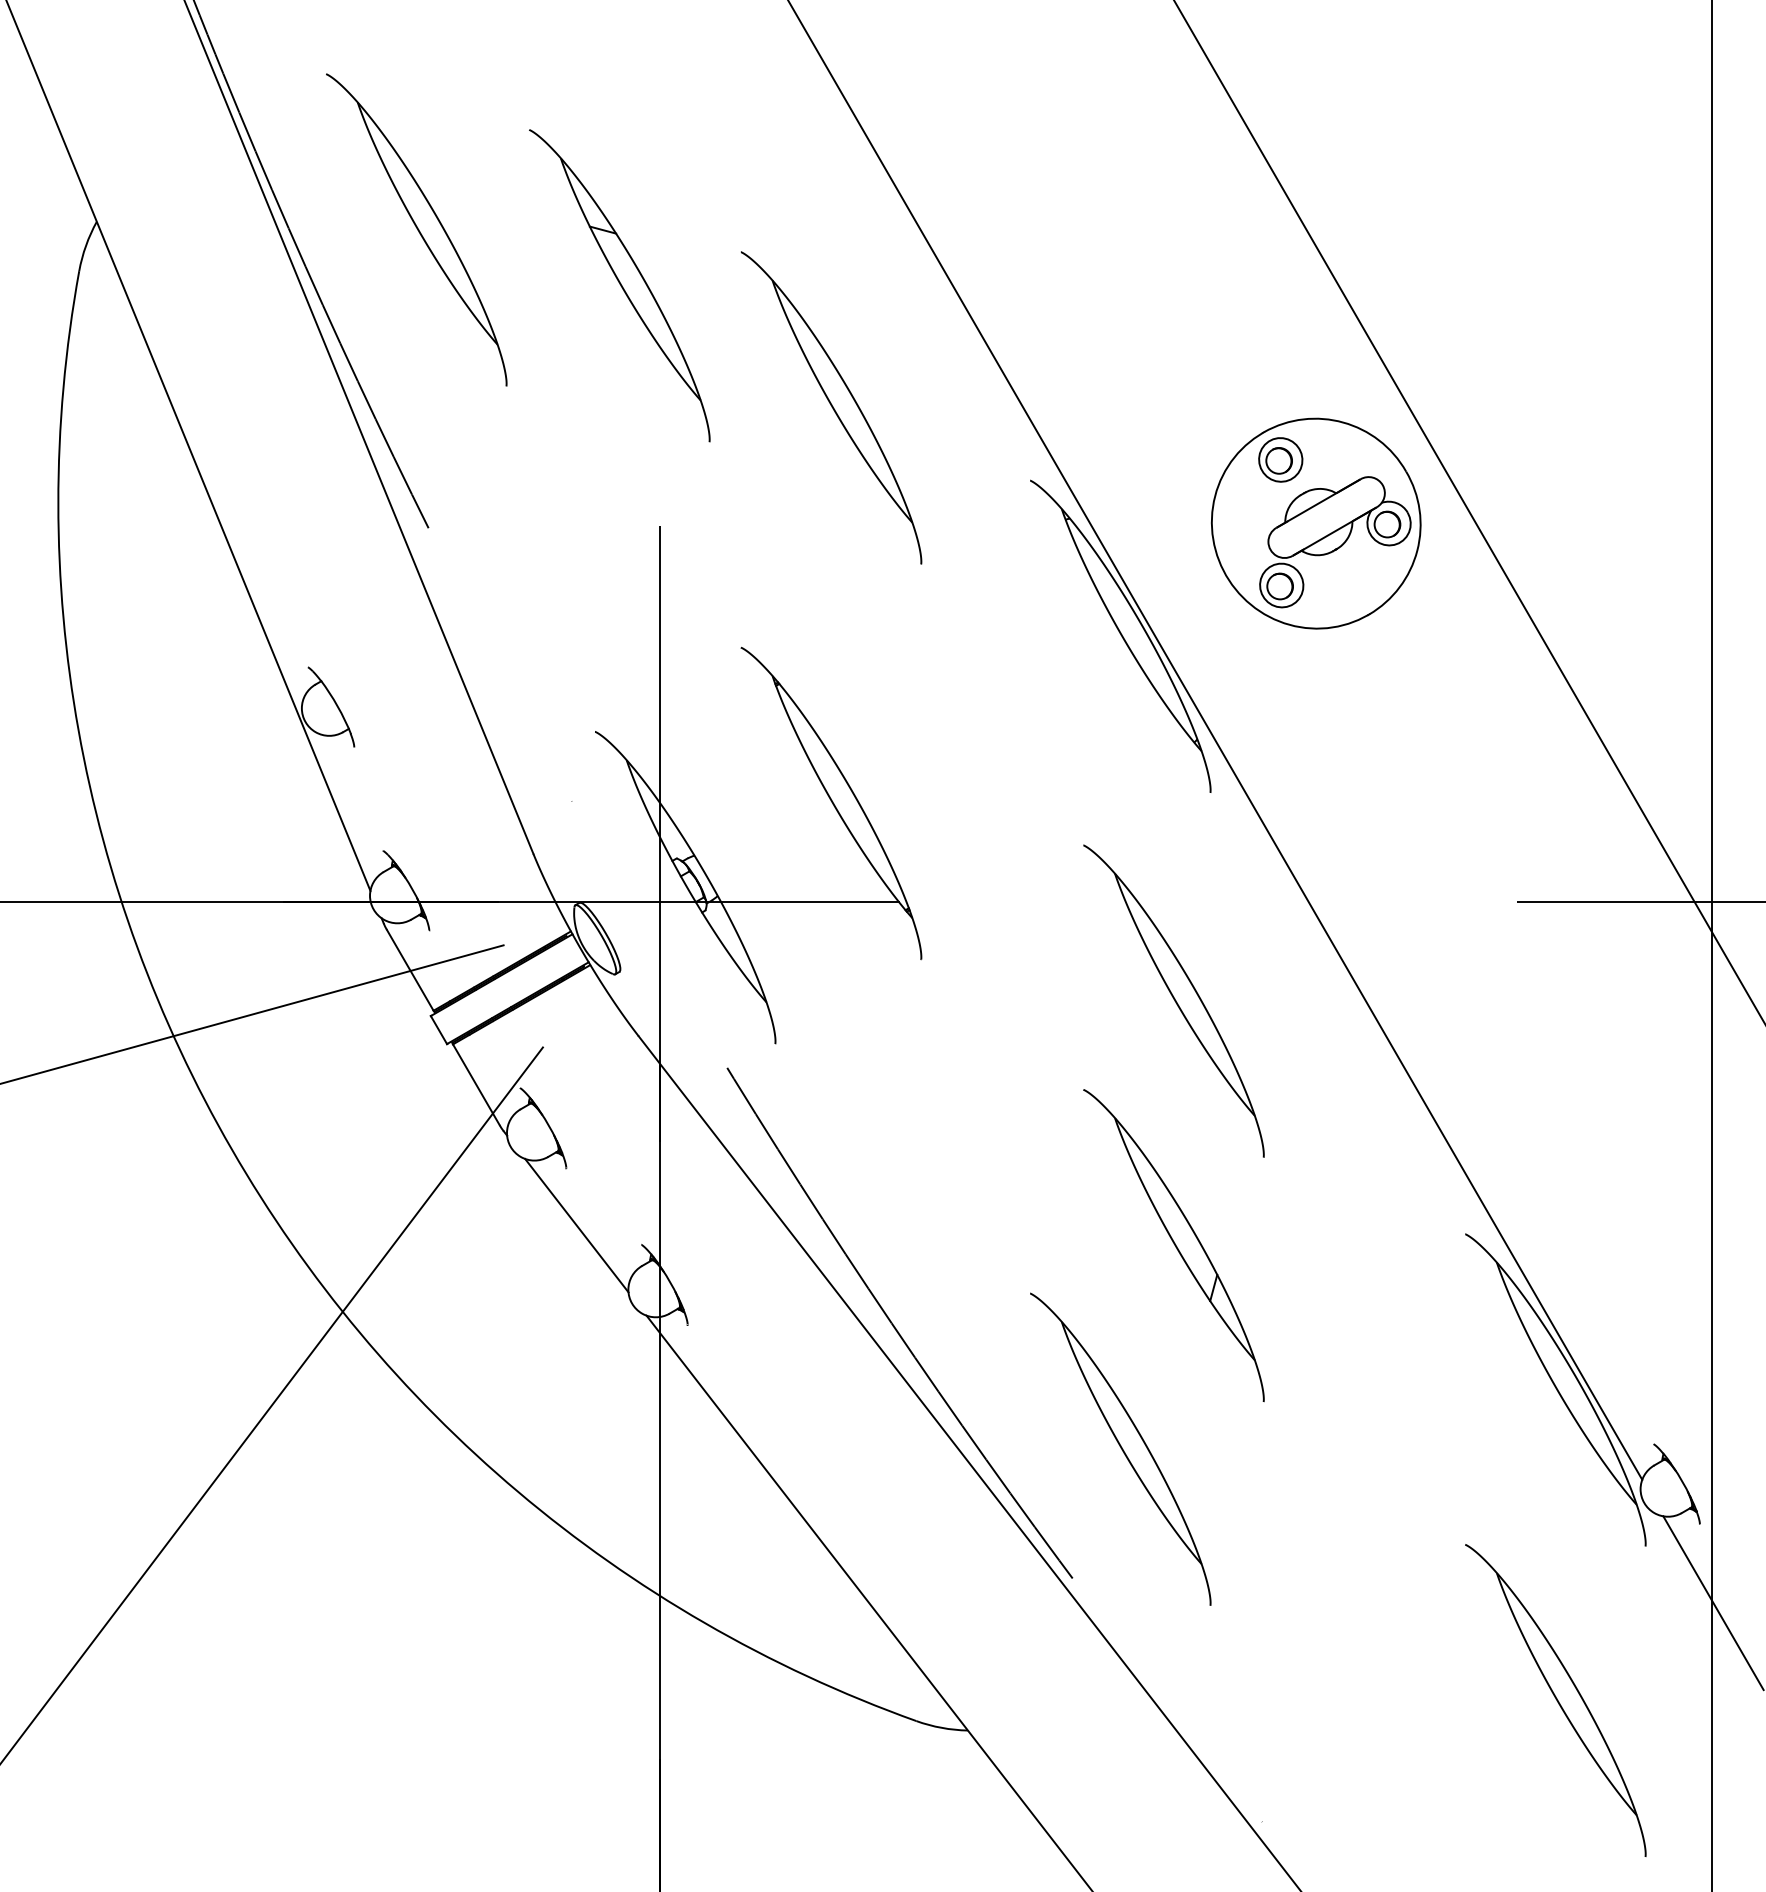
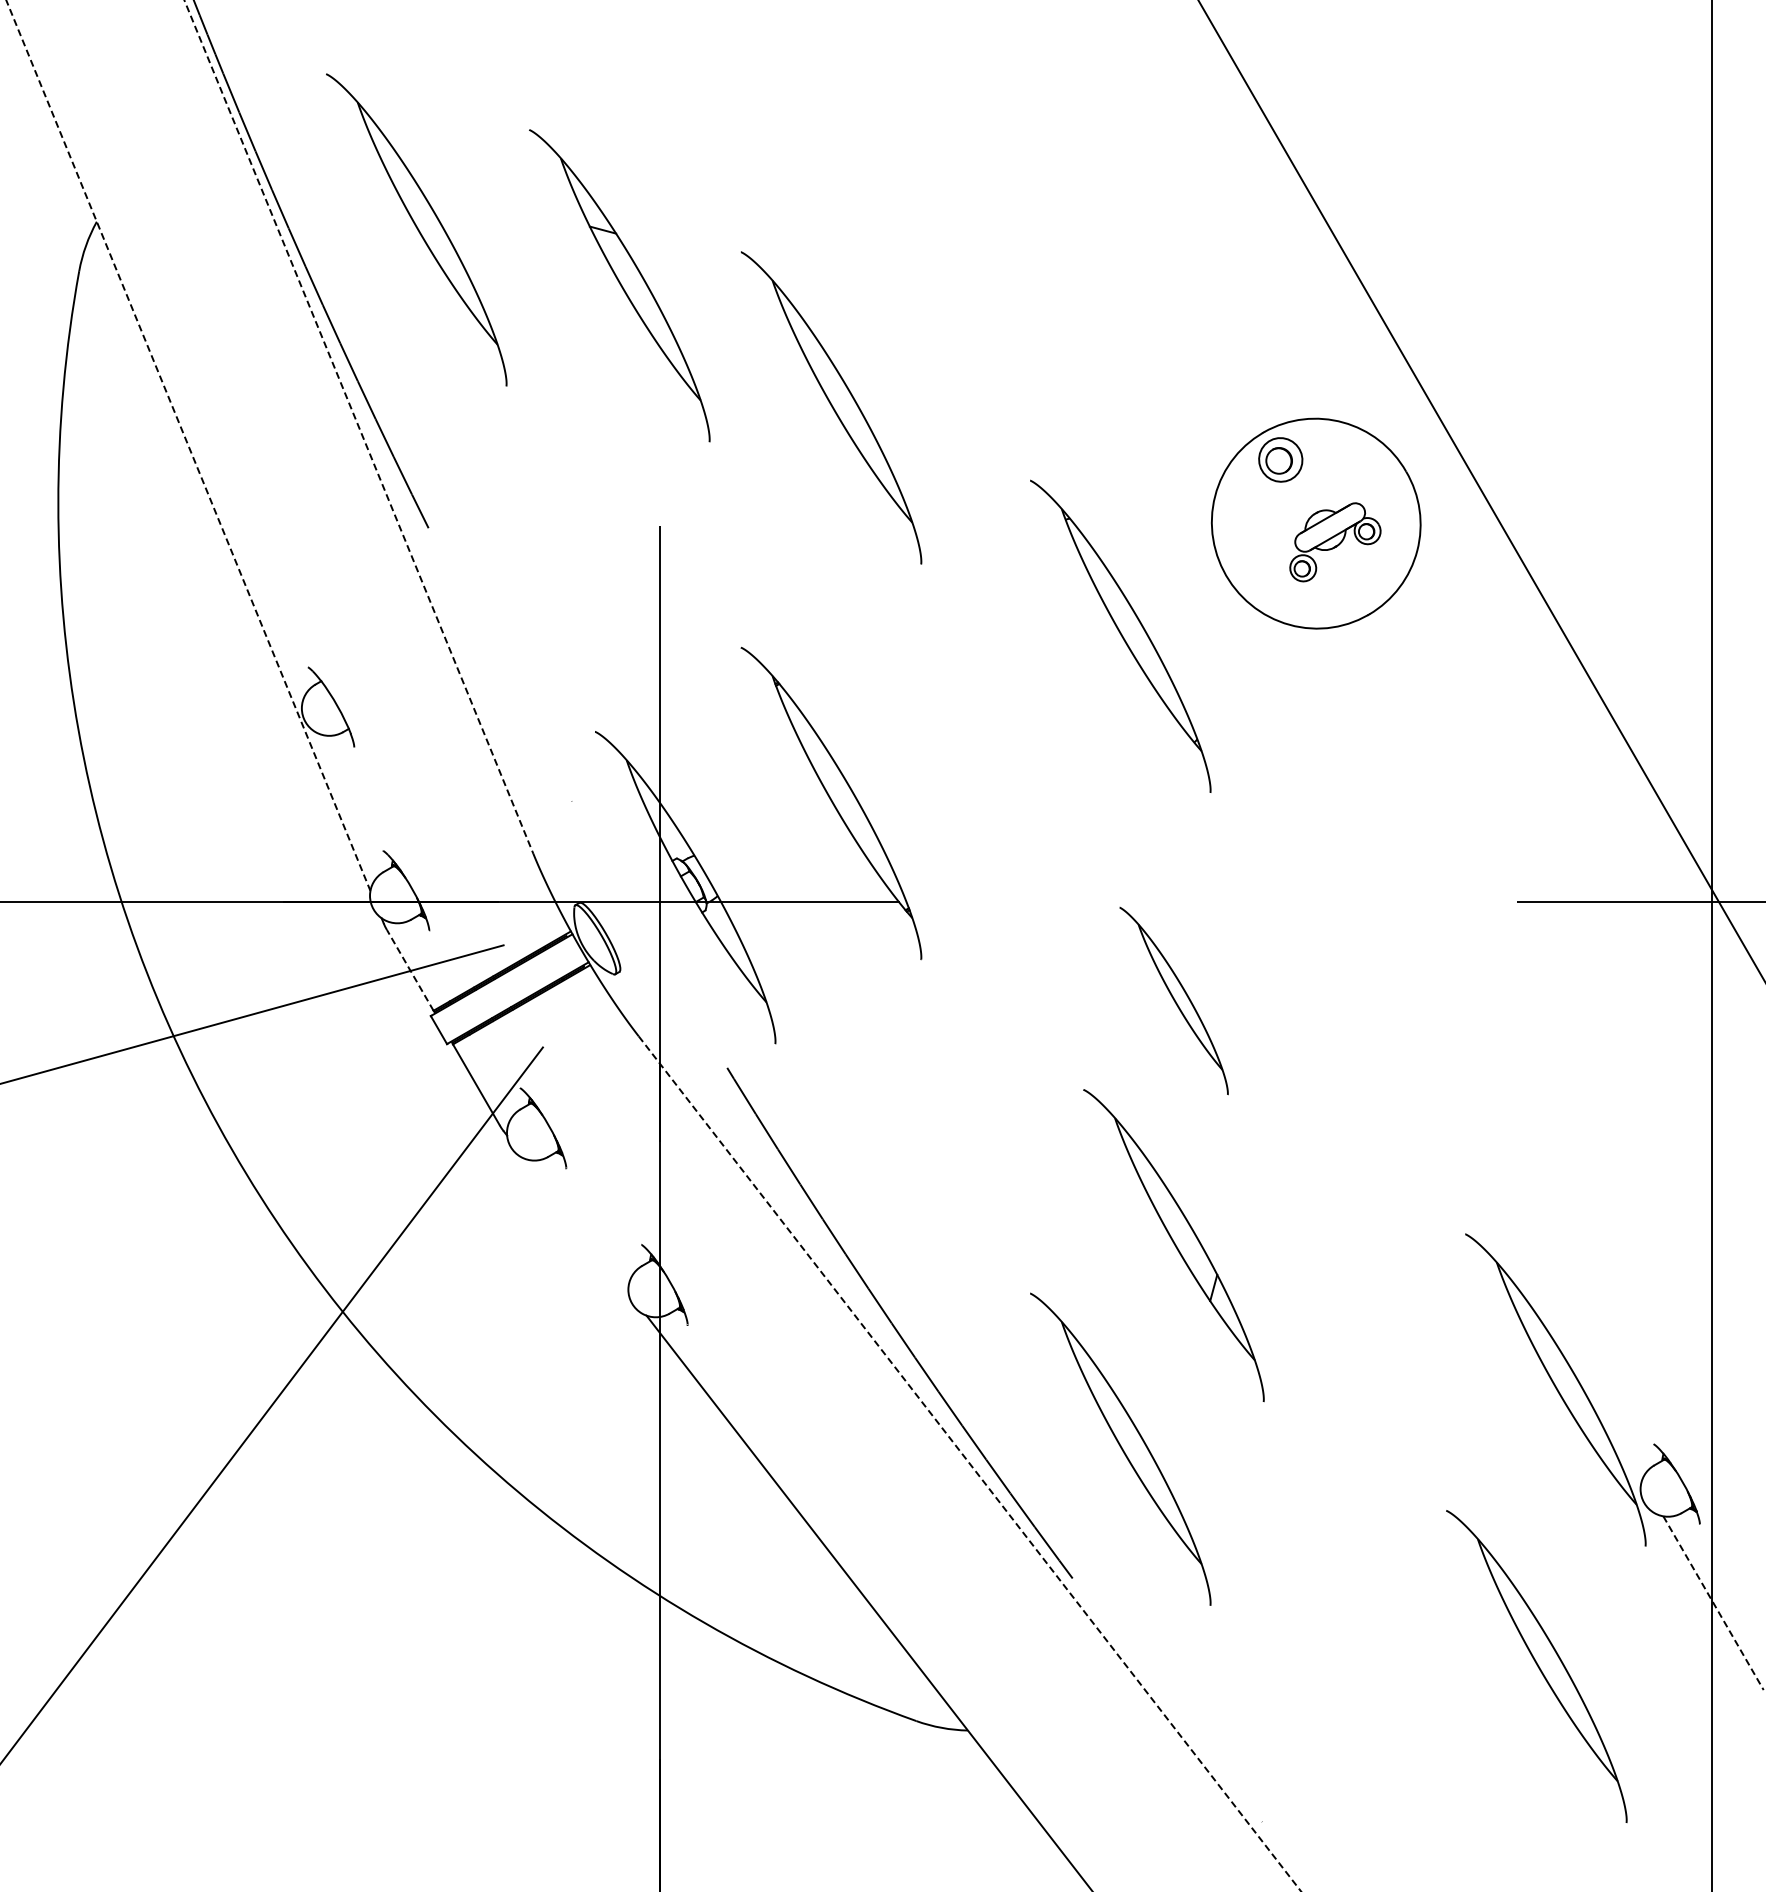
line at (359, 427): solid -> dashed
line at (188, 445): solid -> dashed
line at (1468, 510) position: (1468, 510) -> (1480, 489)
part at (1335, 542) size: 153x133 px -> 93x81 px
line at (1215, 740): present -> none
line at (410, 970): solid -> dashed
part at (1173, 1000) size: 182x314 px -> 110x189 px
line at (576, 1225): present -> none
line at (969, 1463): solid -> dashed
line at (1713, 1603): solid -> dashed
part at (1555, 1700) position: (1555, 1700) -> (1536, 1666)
